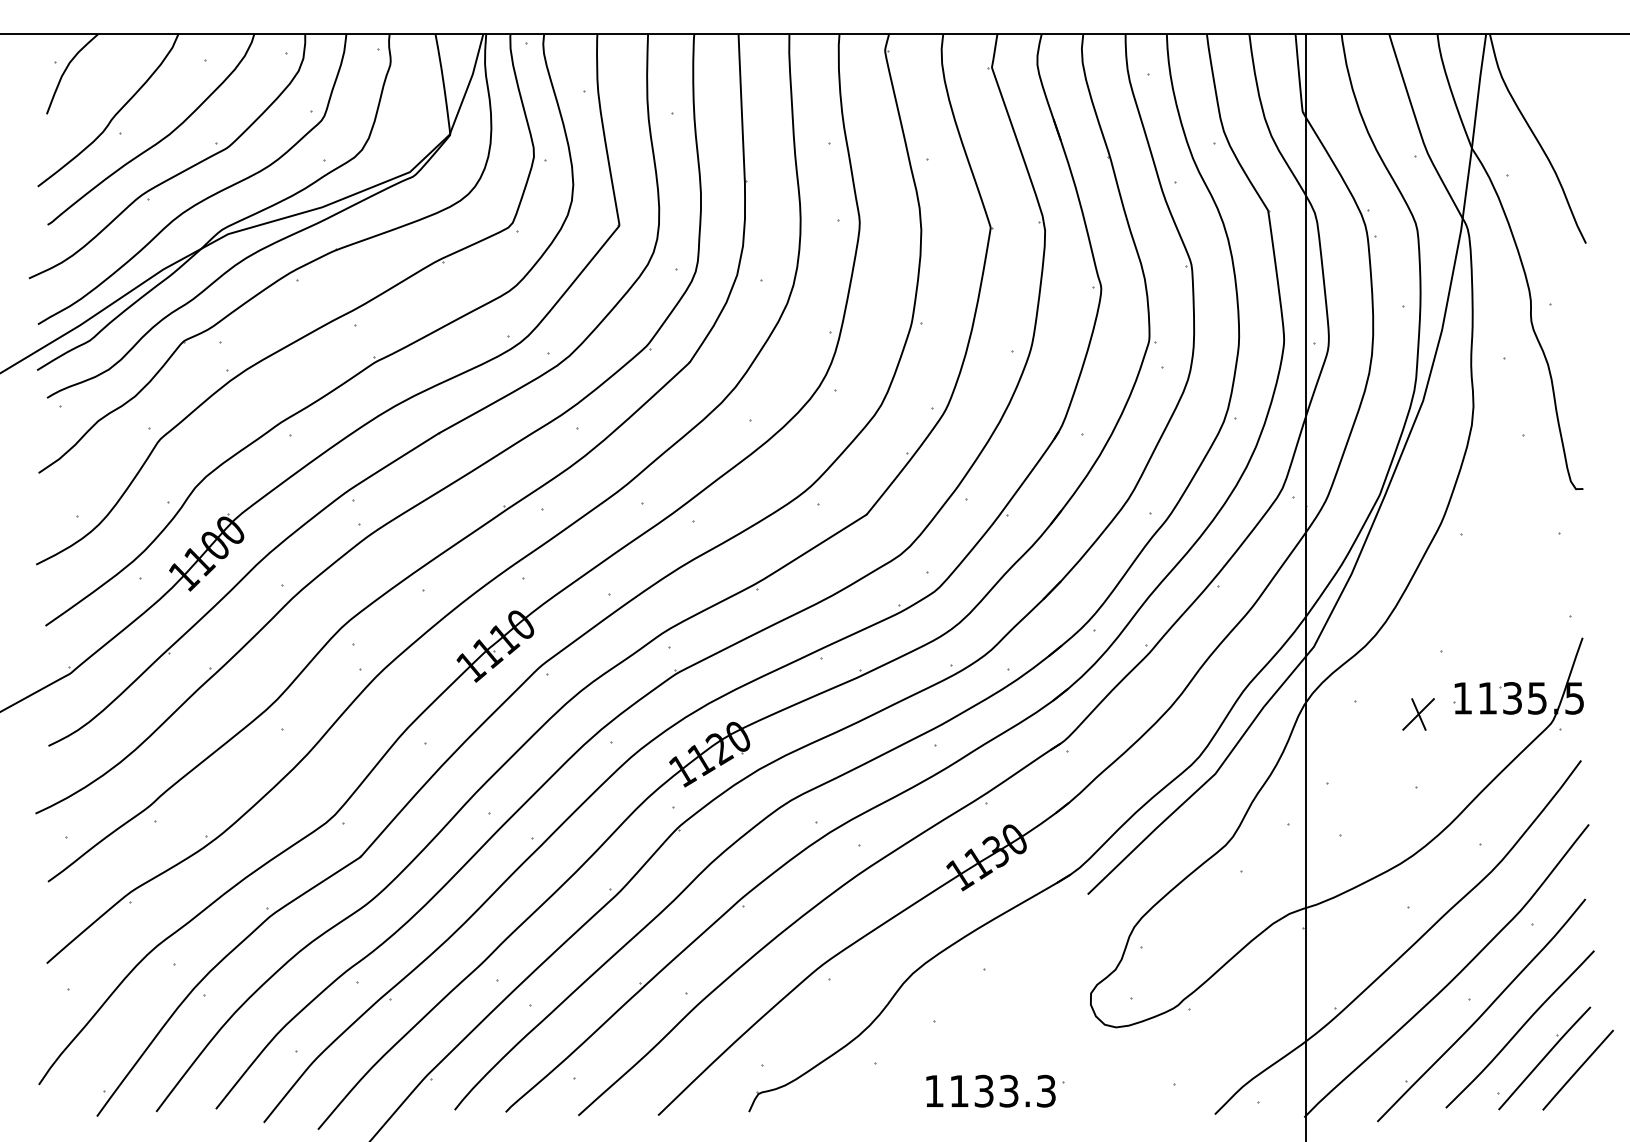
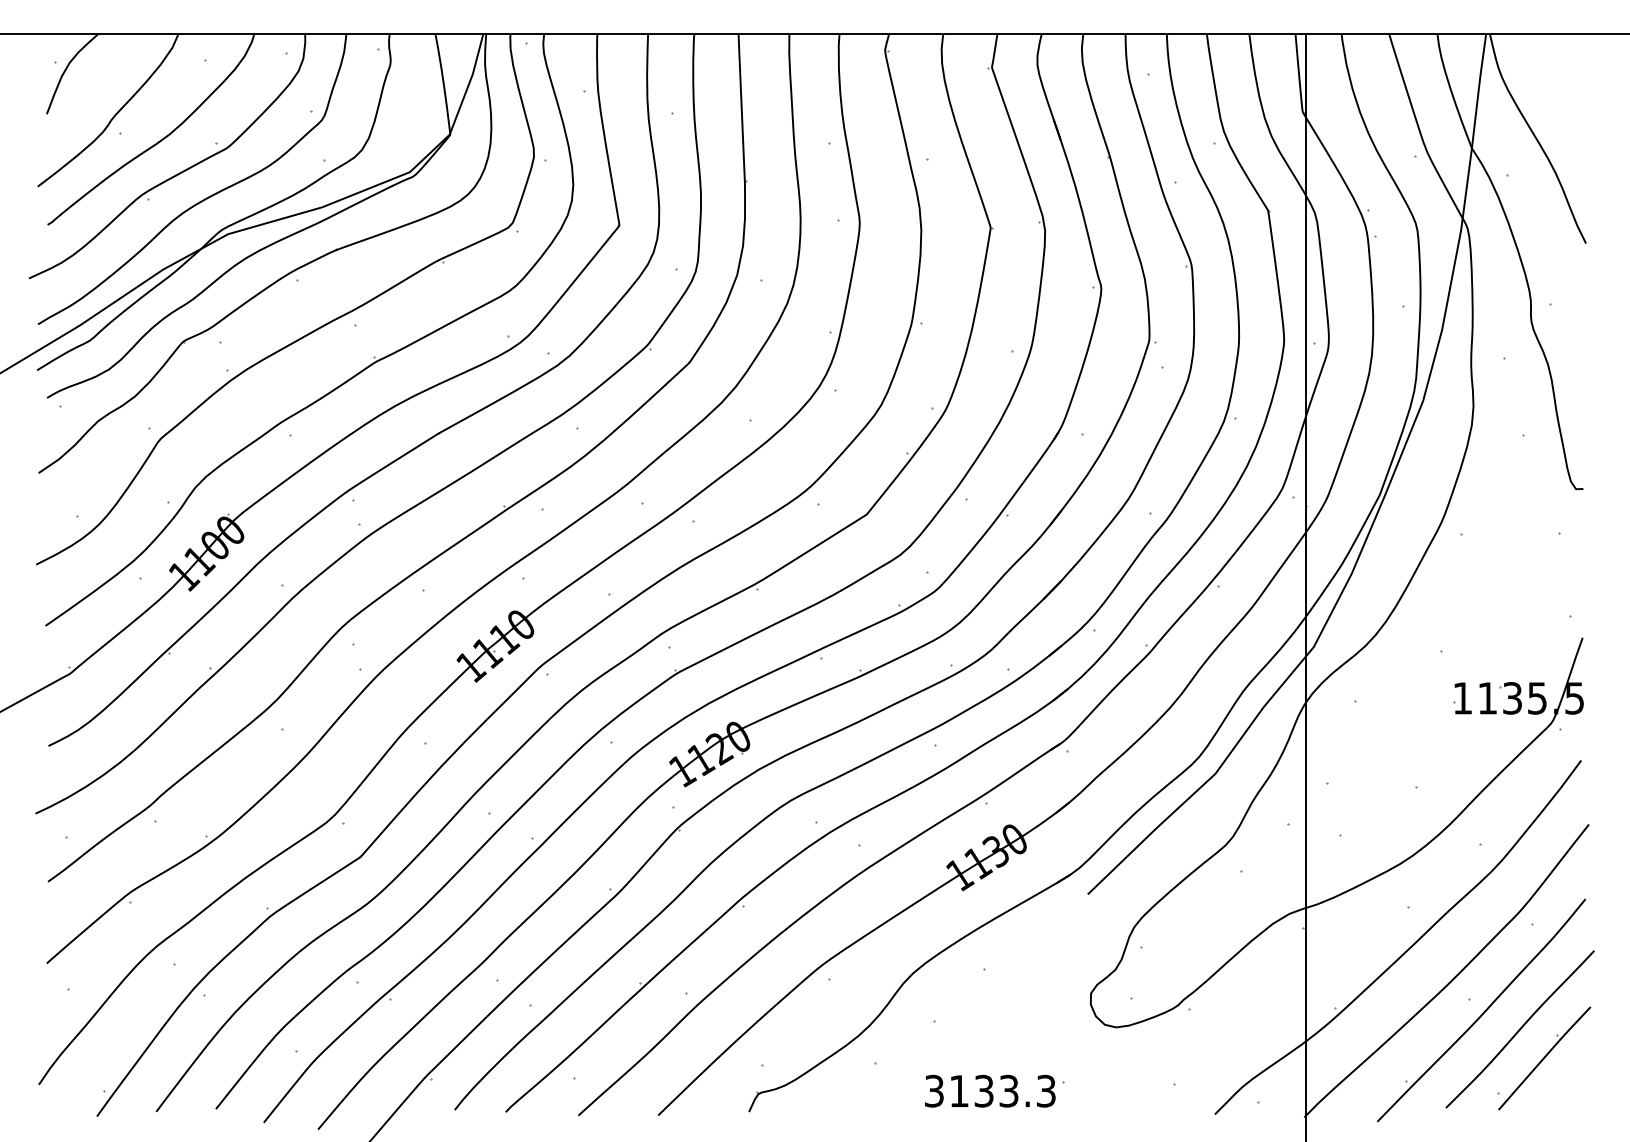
part at (1418, 714): present -> none
line at (1577, 1069): present -> none
text at (934, 1090): 1133.3 -> 3133.3
